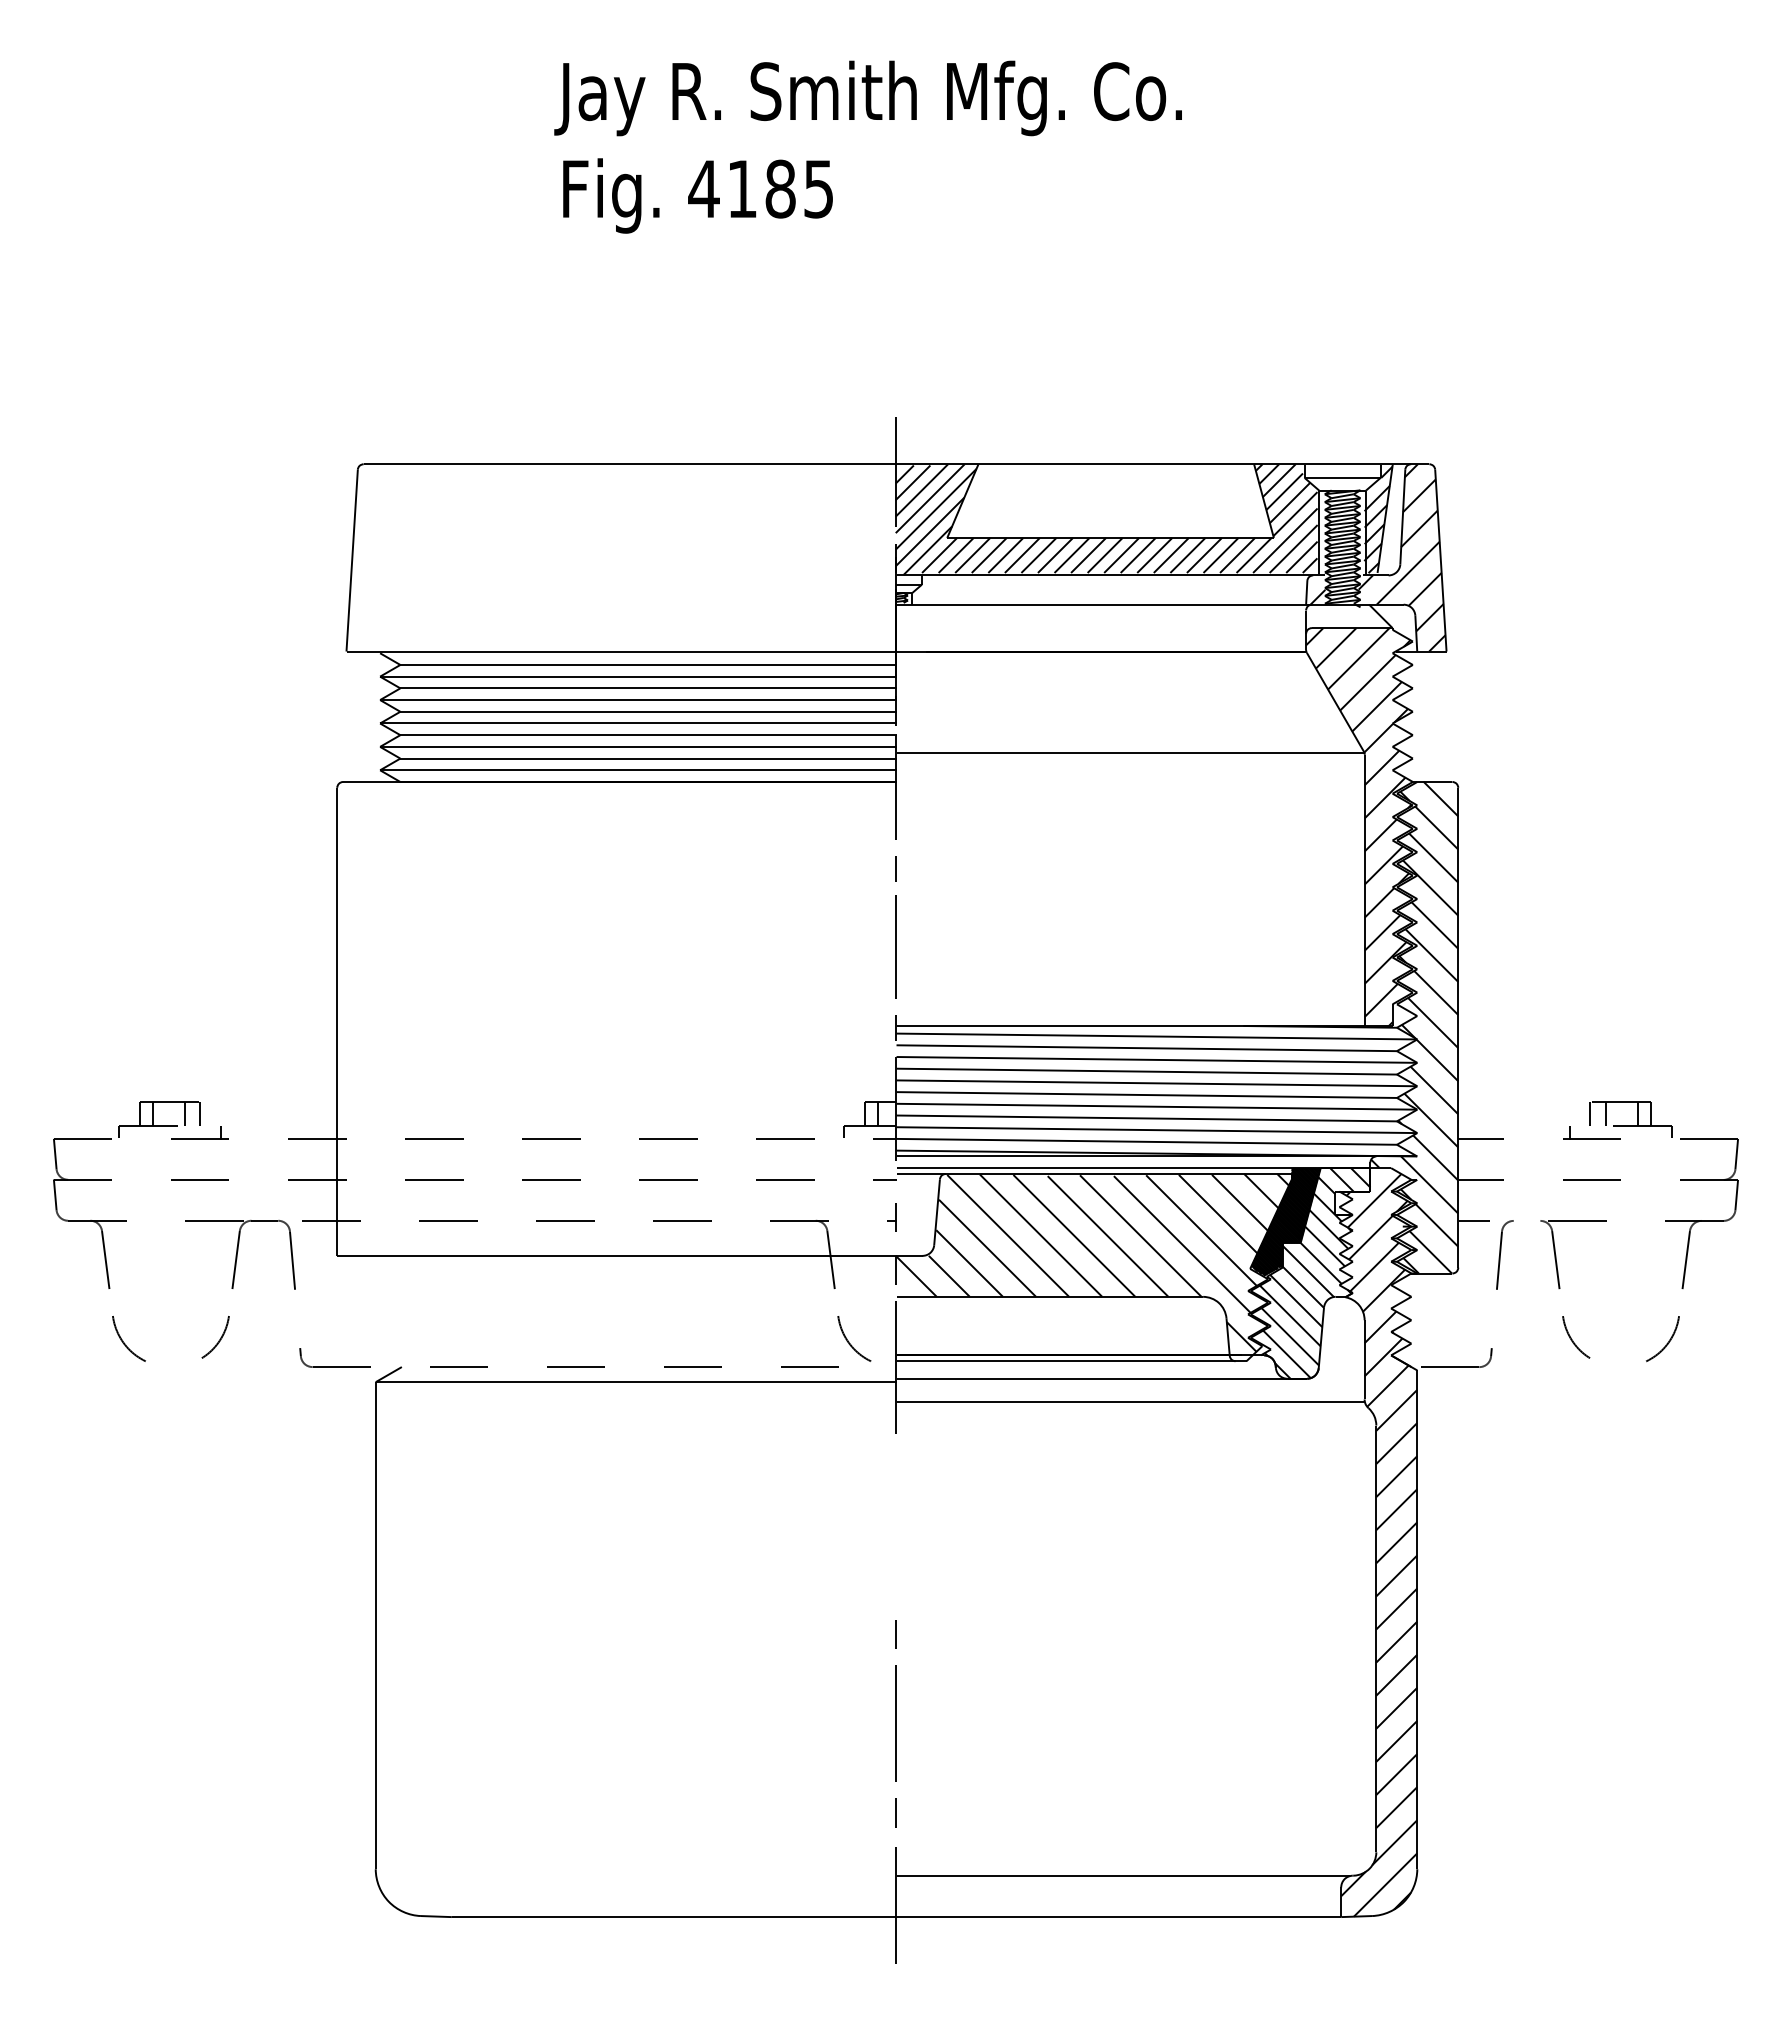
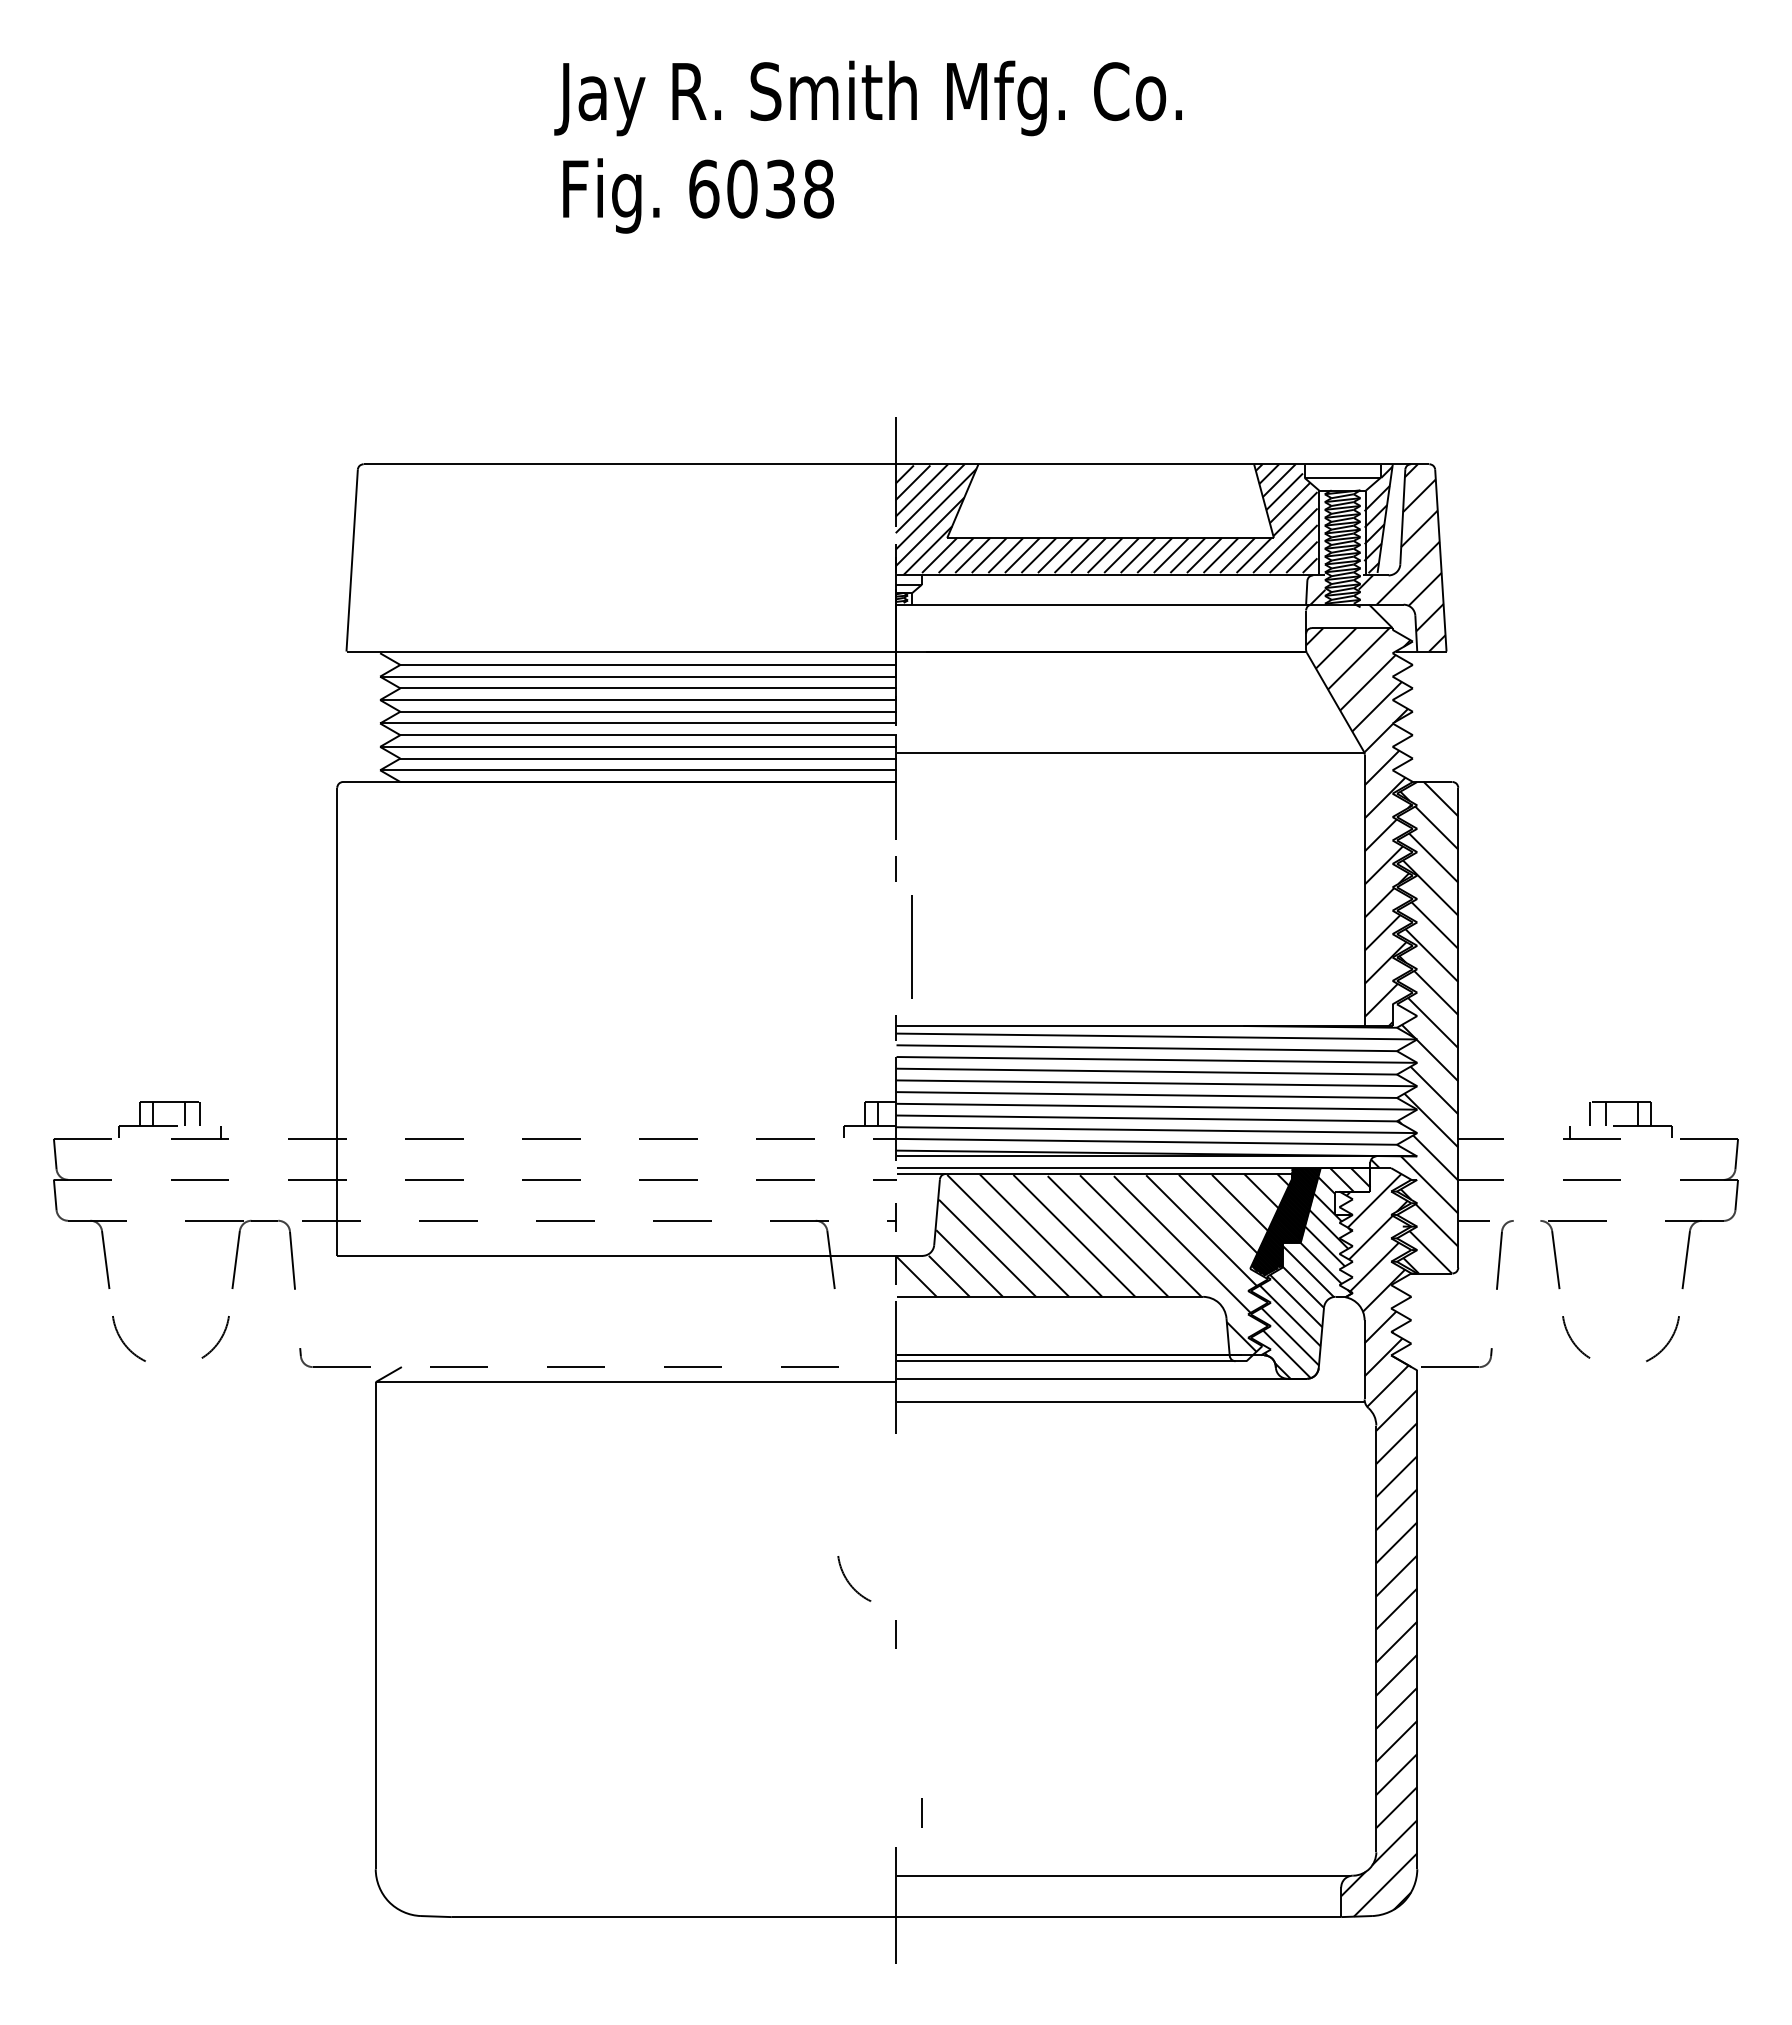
text at (761, 188): 4185 -> 6038
line at (895, 946) position: (895, 946) -> (911, 946)
curve at (849, 1341) position: (849, 1341) -> (849, 1581)
line at (895, 1723): present -> none
line at (895, 1812) position: (895, 1812) -> (921, 1812)
